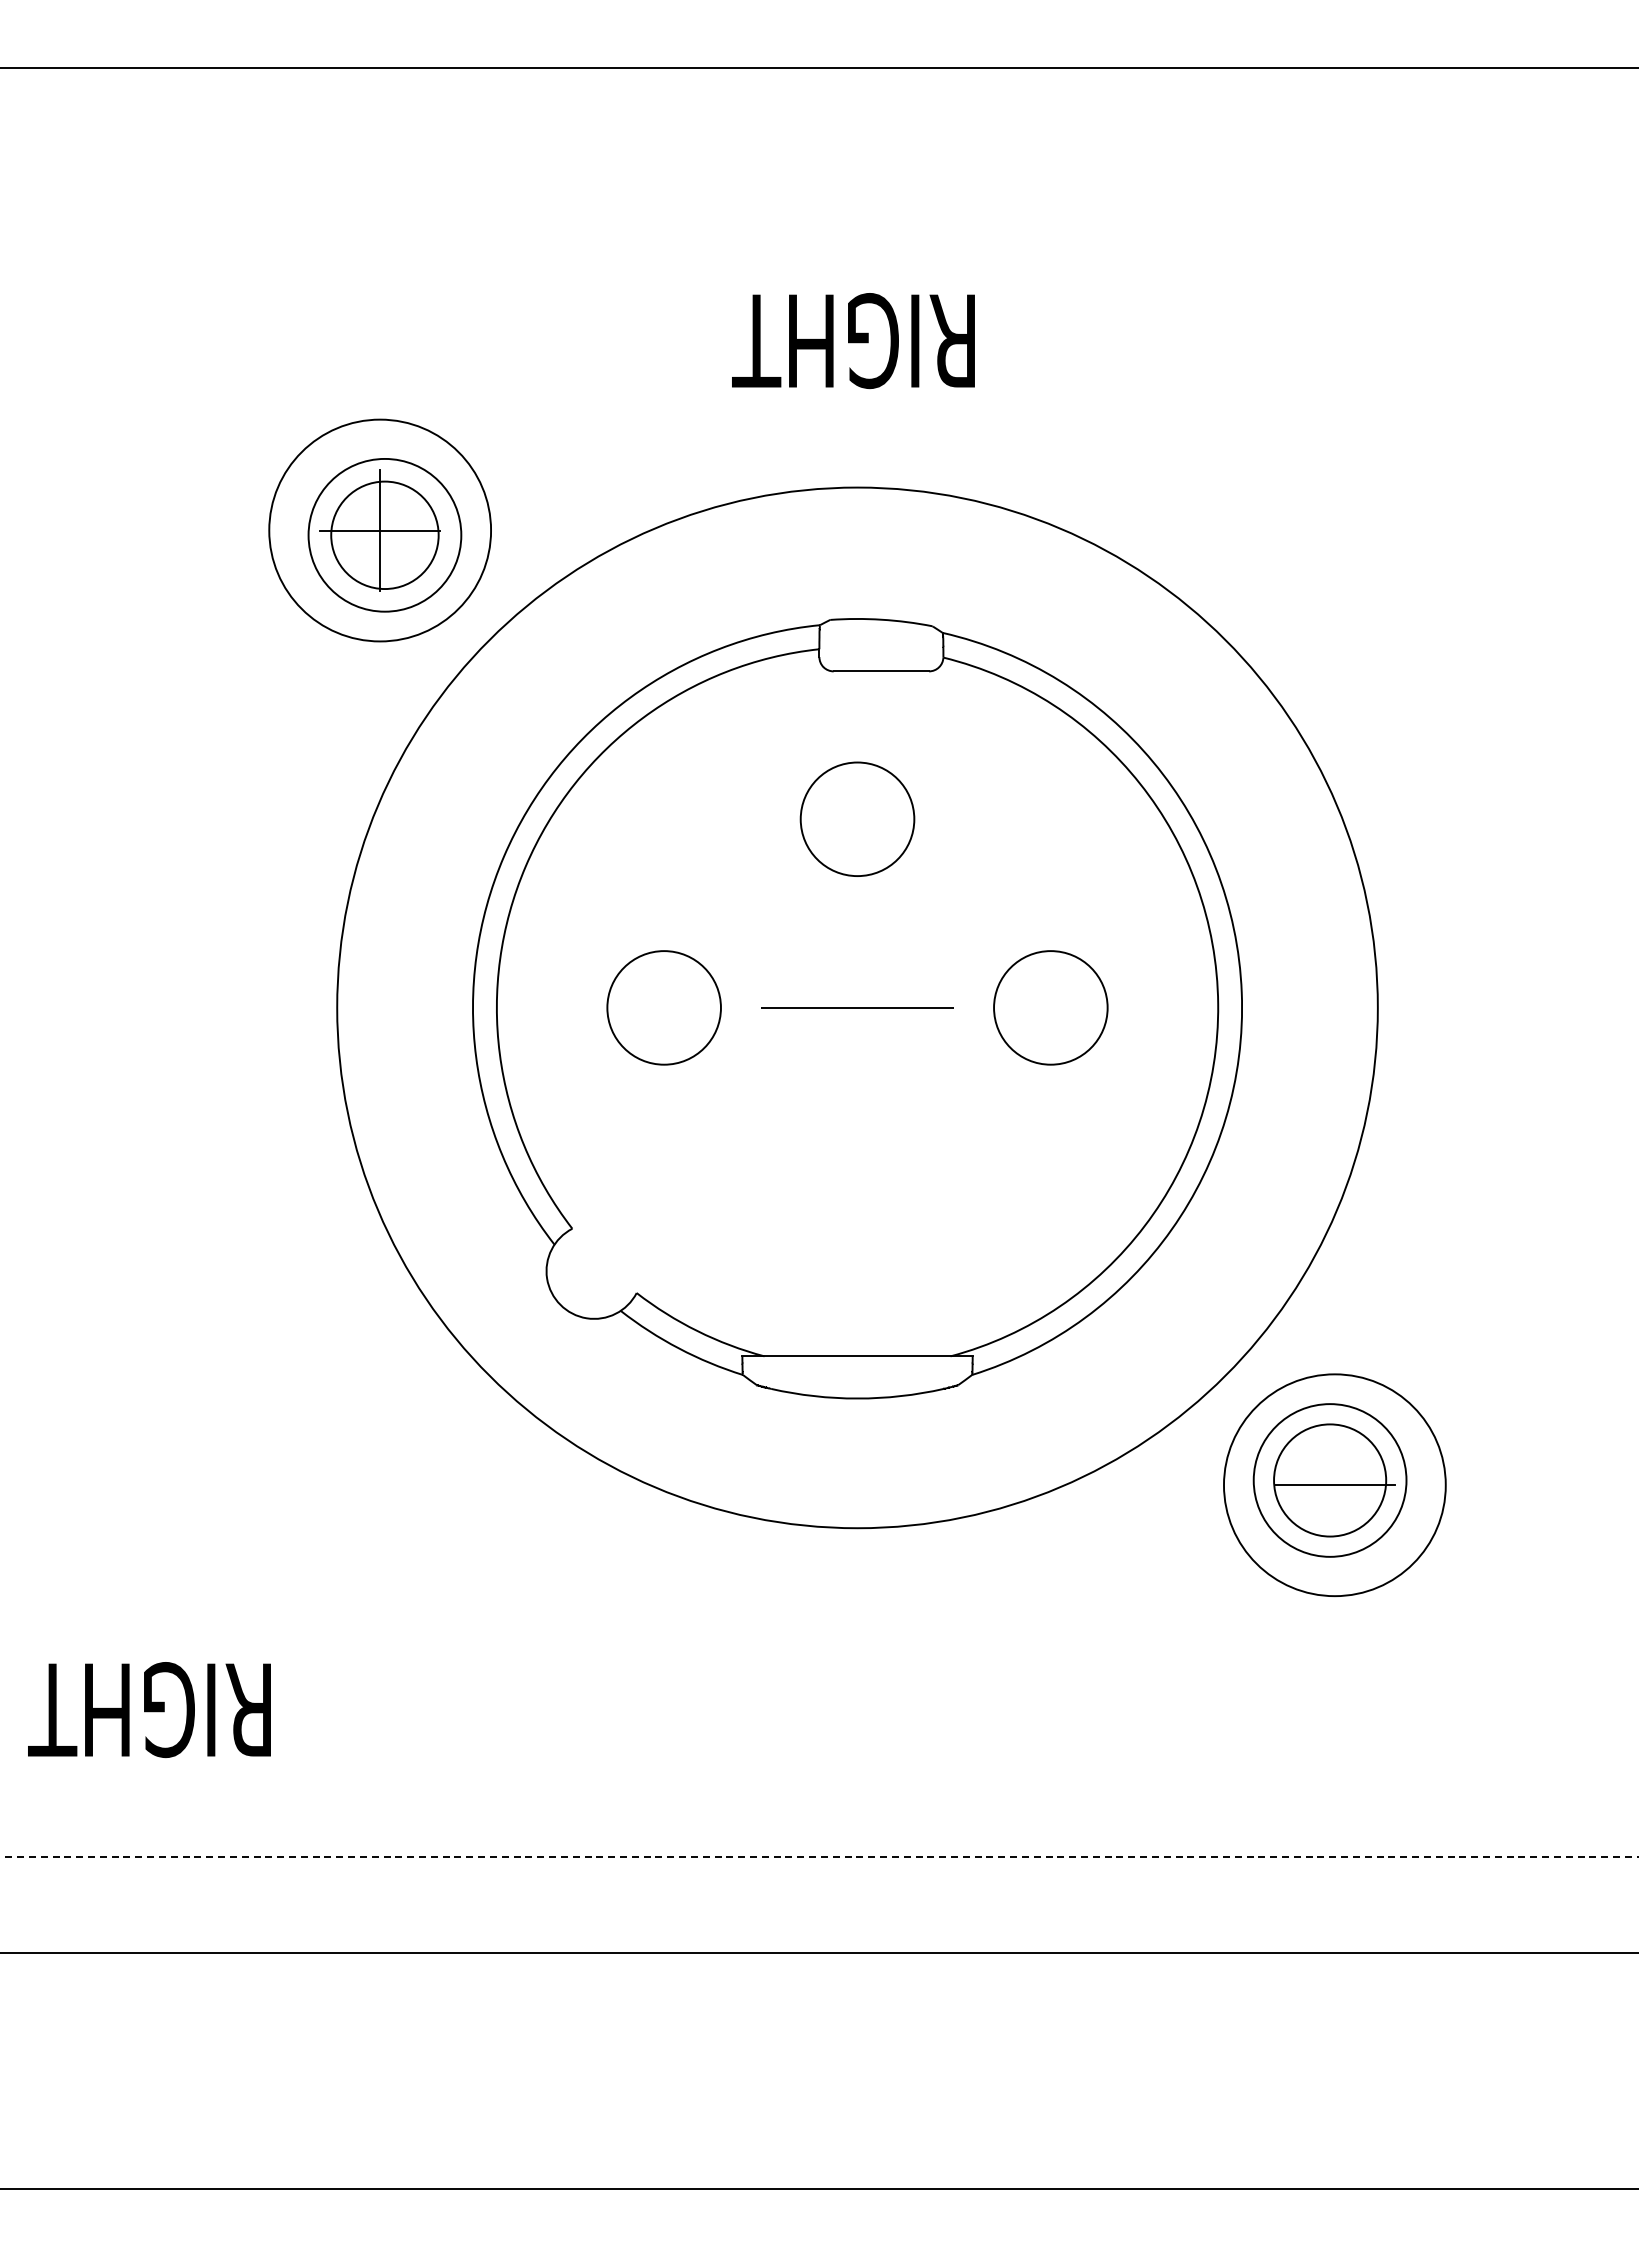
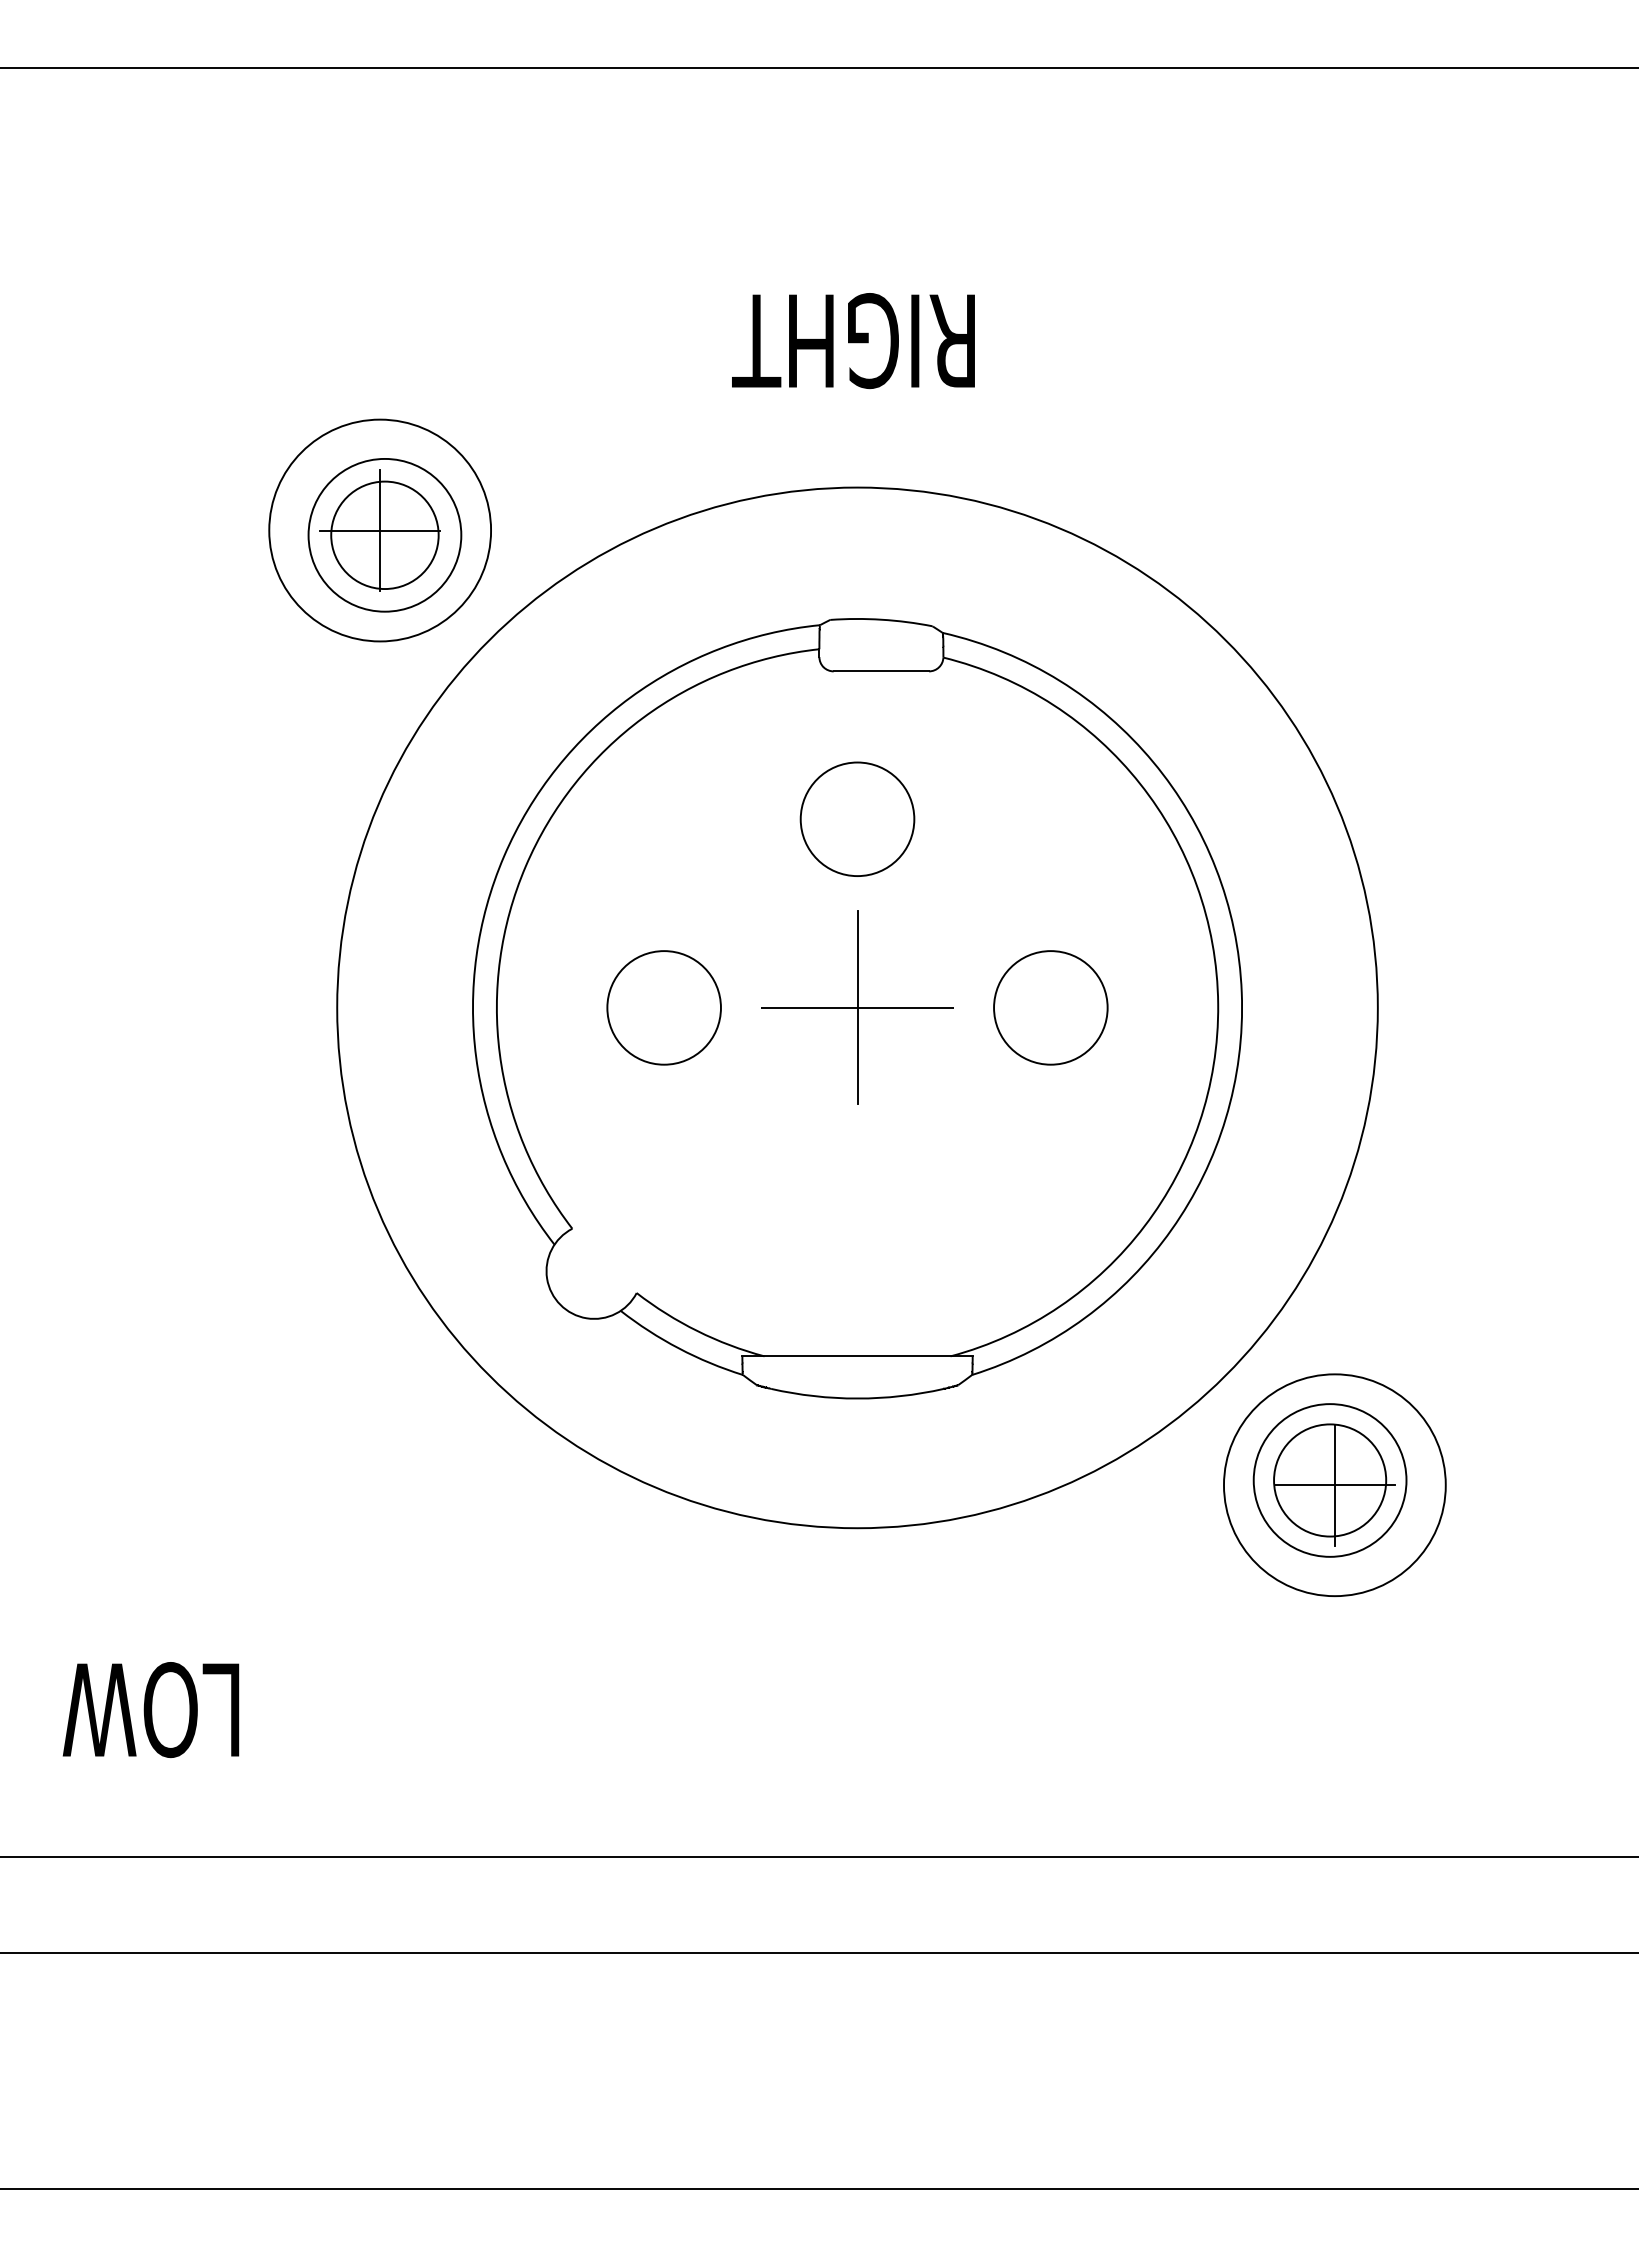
line at (857, 1007): none -> present
line at (1334, 1484): none -> present
text at (149, 1710): RIGHT -> LOW
line at (819, 1856): dashed -> solid
